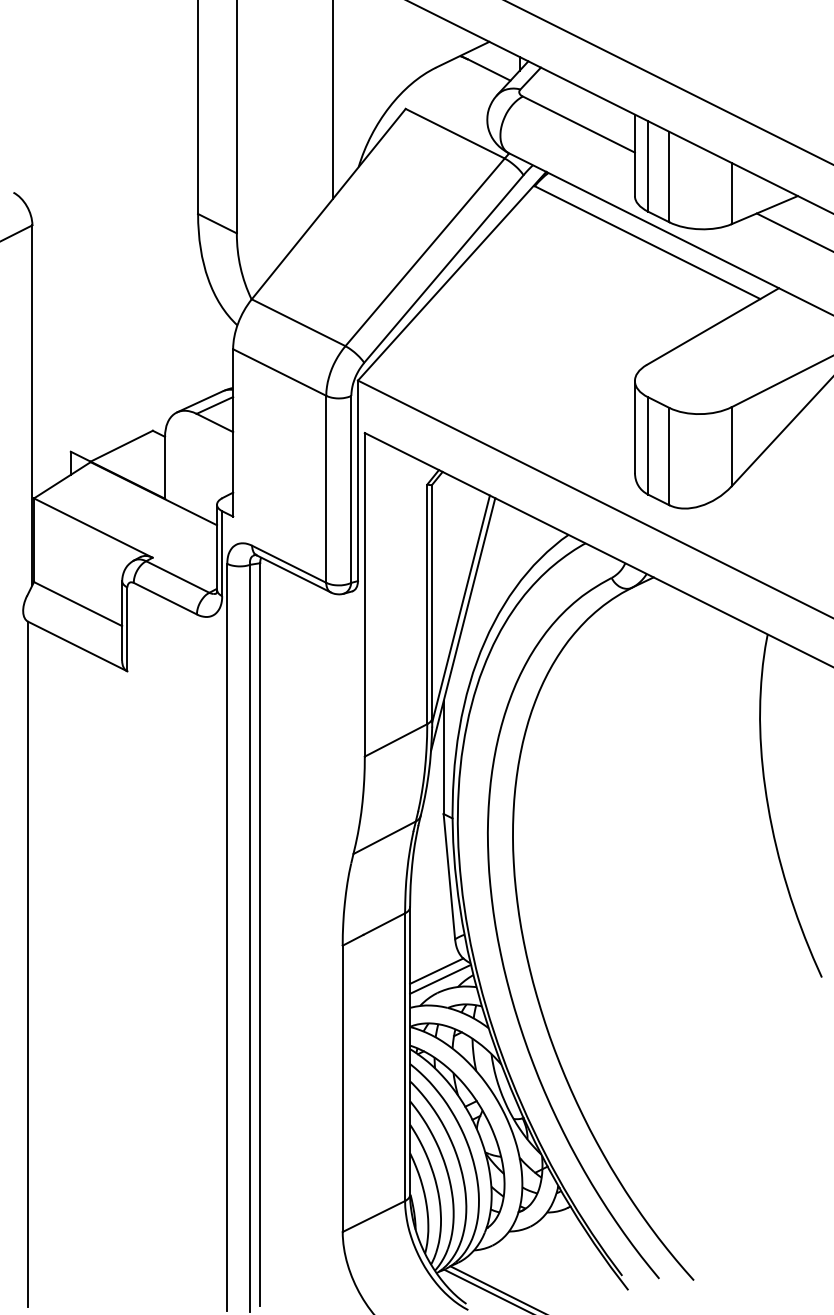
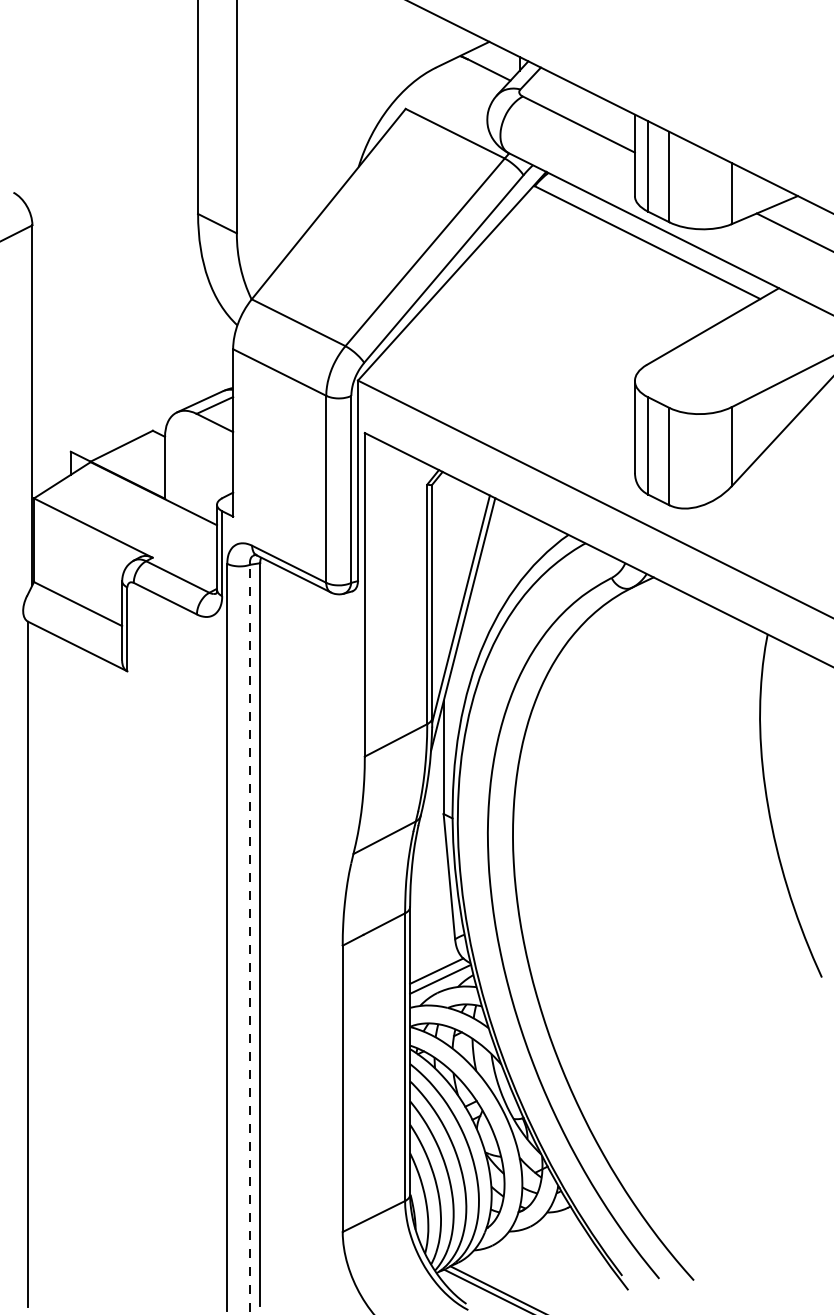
line at (669, 82): present -> none
line at (332, 100): present -> none
line at (250, 937): solid -> dashed
